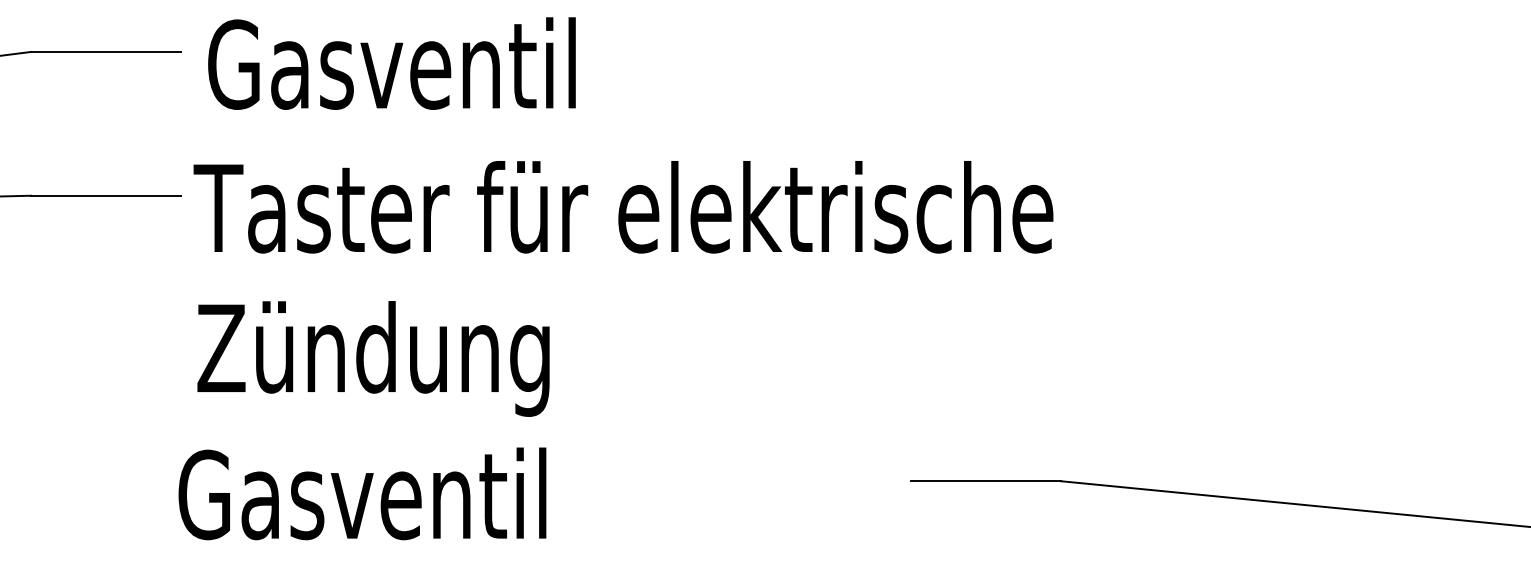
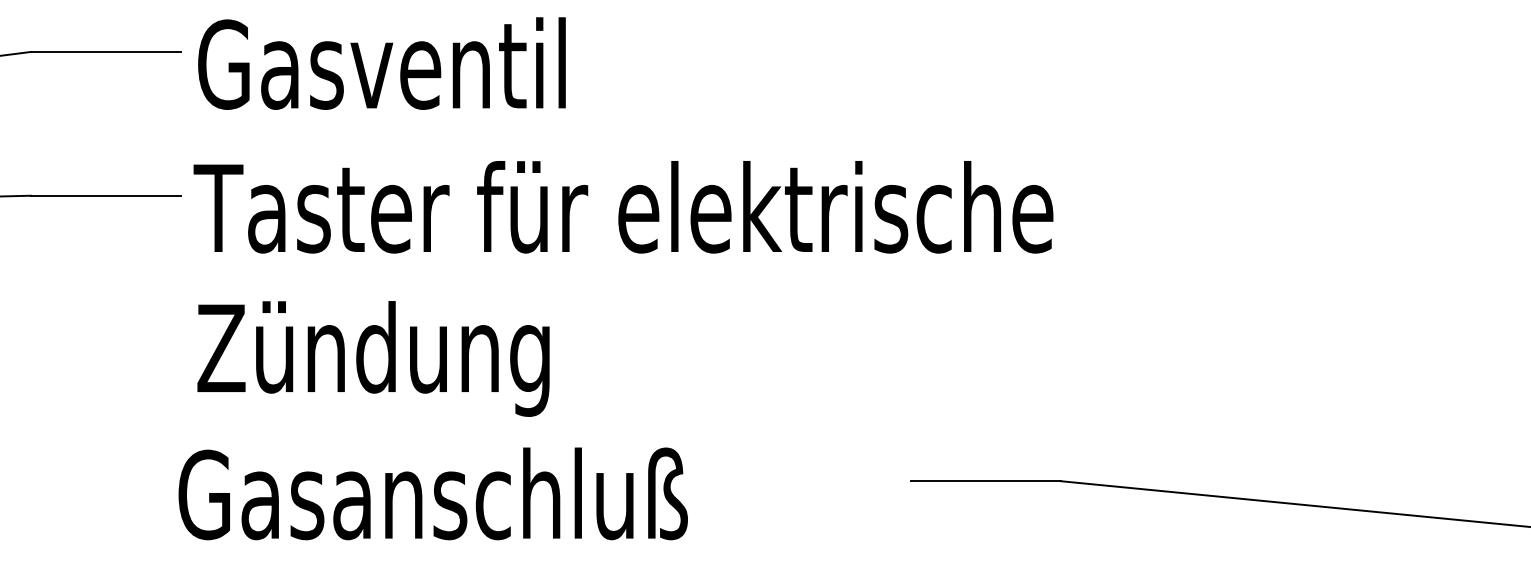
text at (391, 63) position: (391, 63) -> (381, 63)
text at (509, 493): Gasventil -> Gasanschluß
